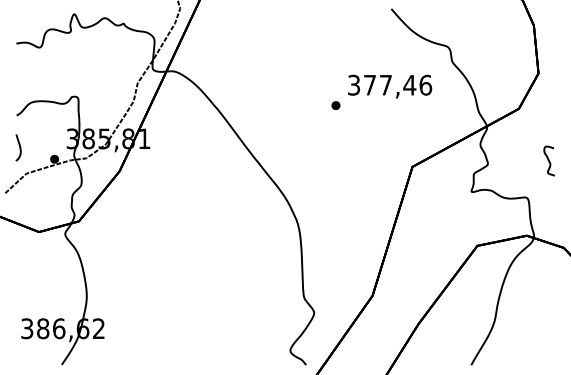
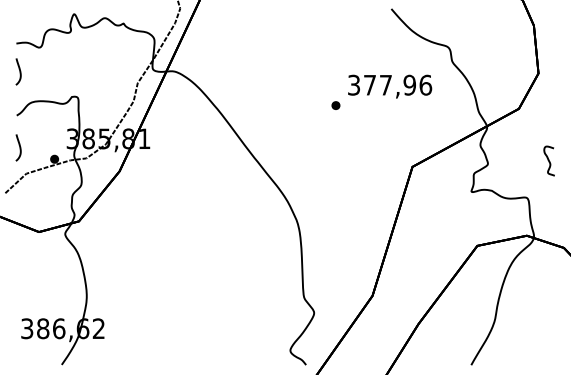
curve at (19, 71): none -> present
text at (409, 84): 377,46 -> 377,96
